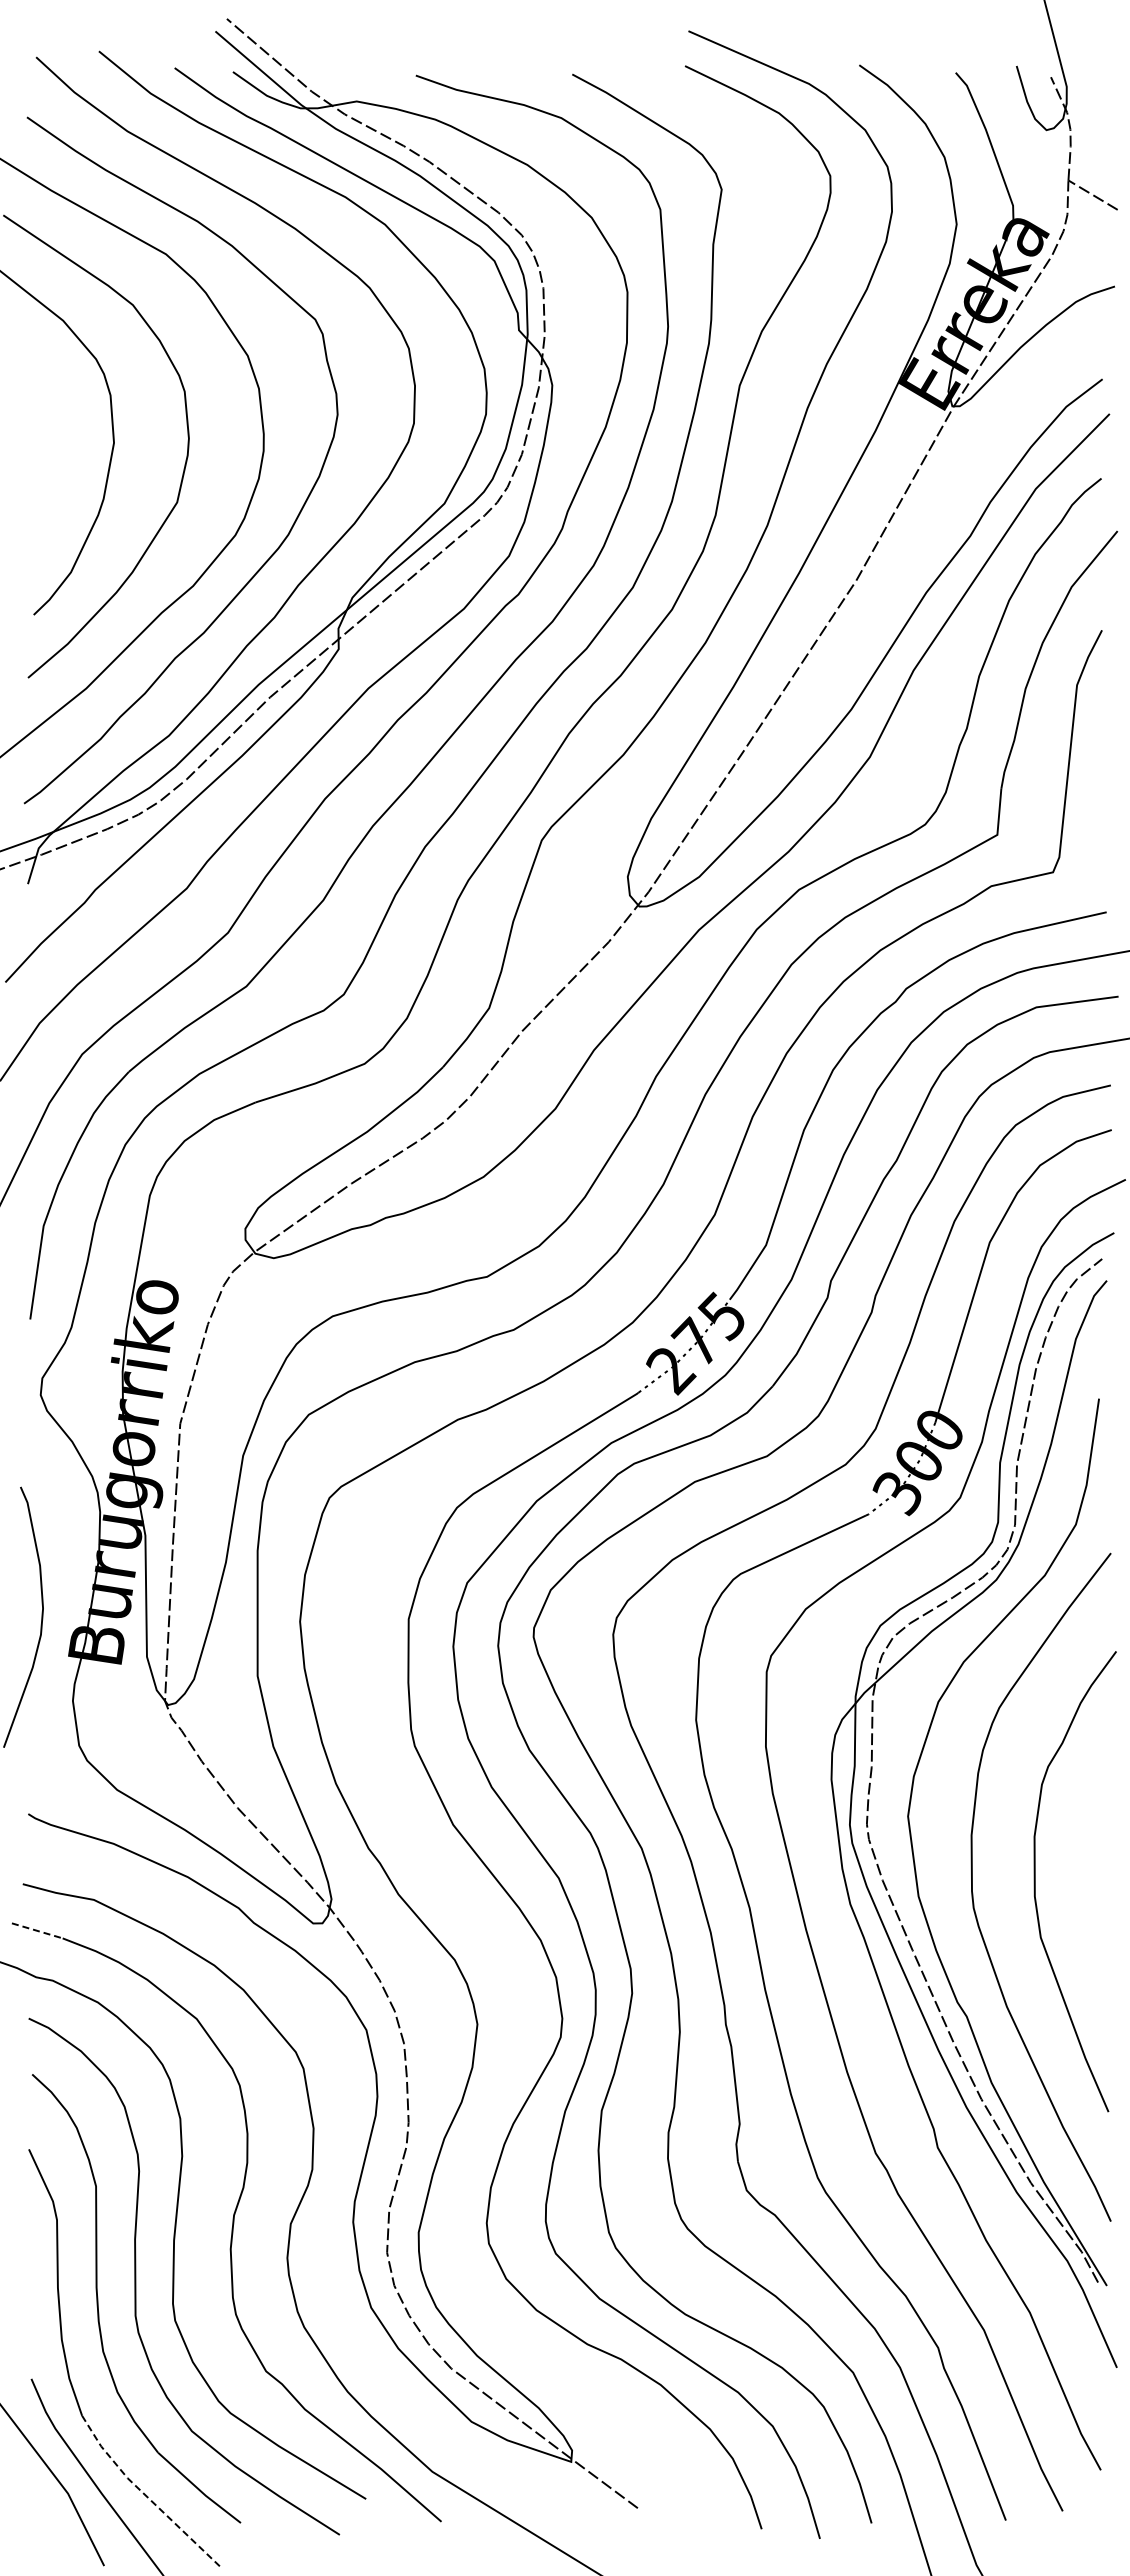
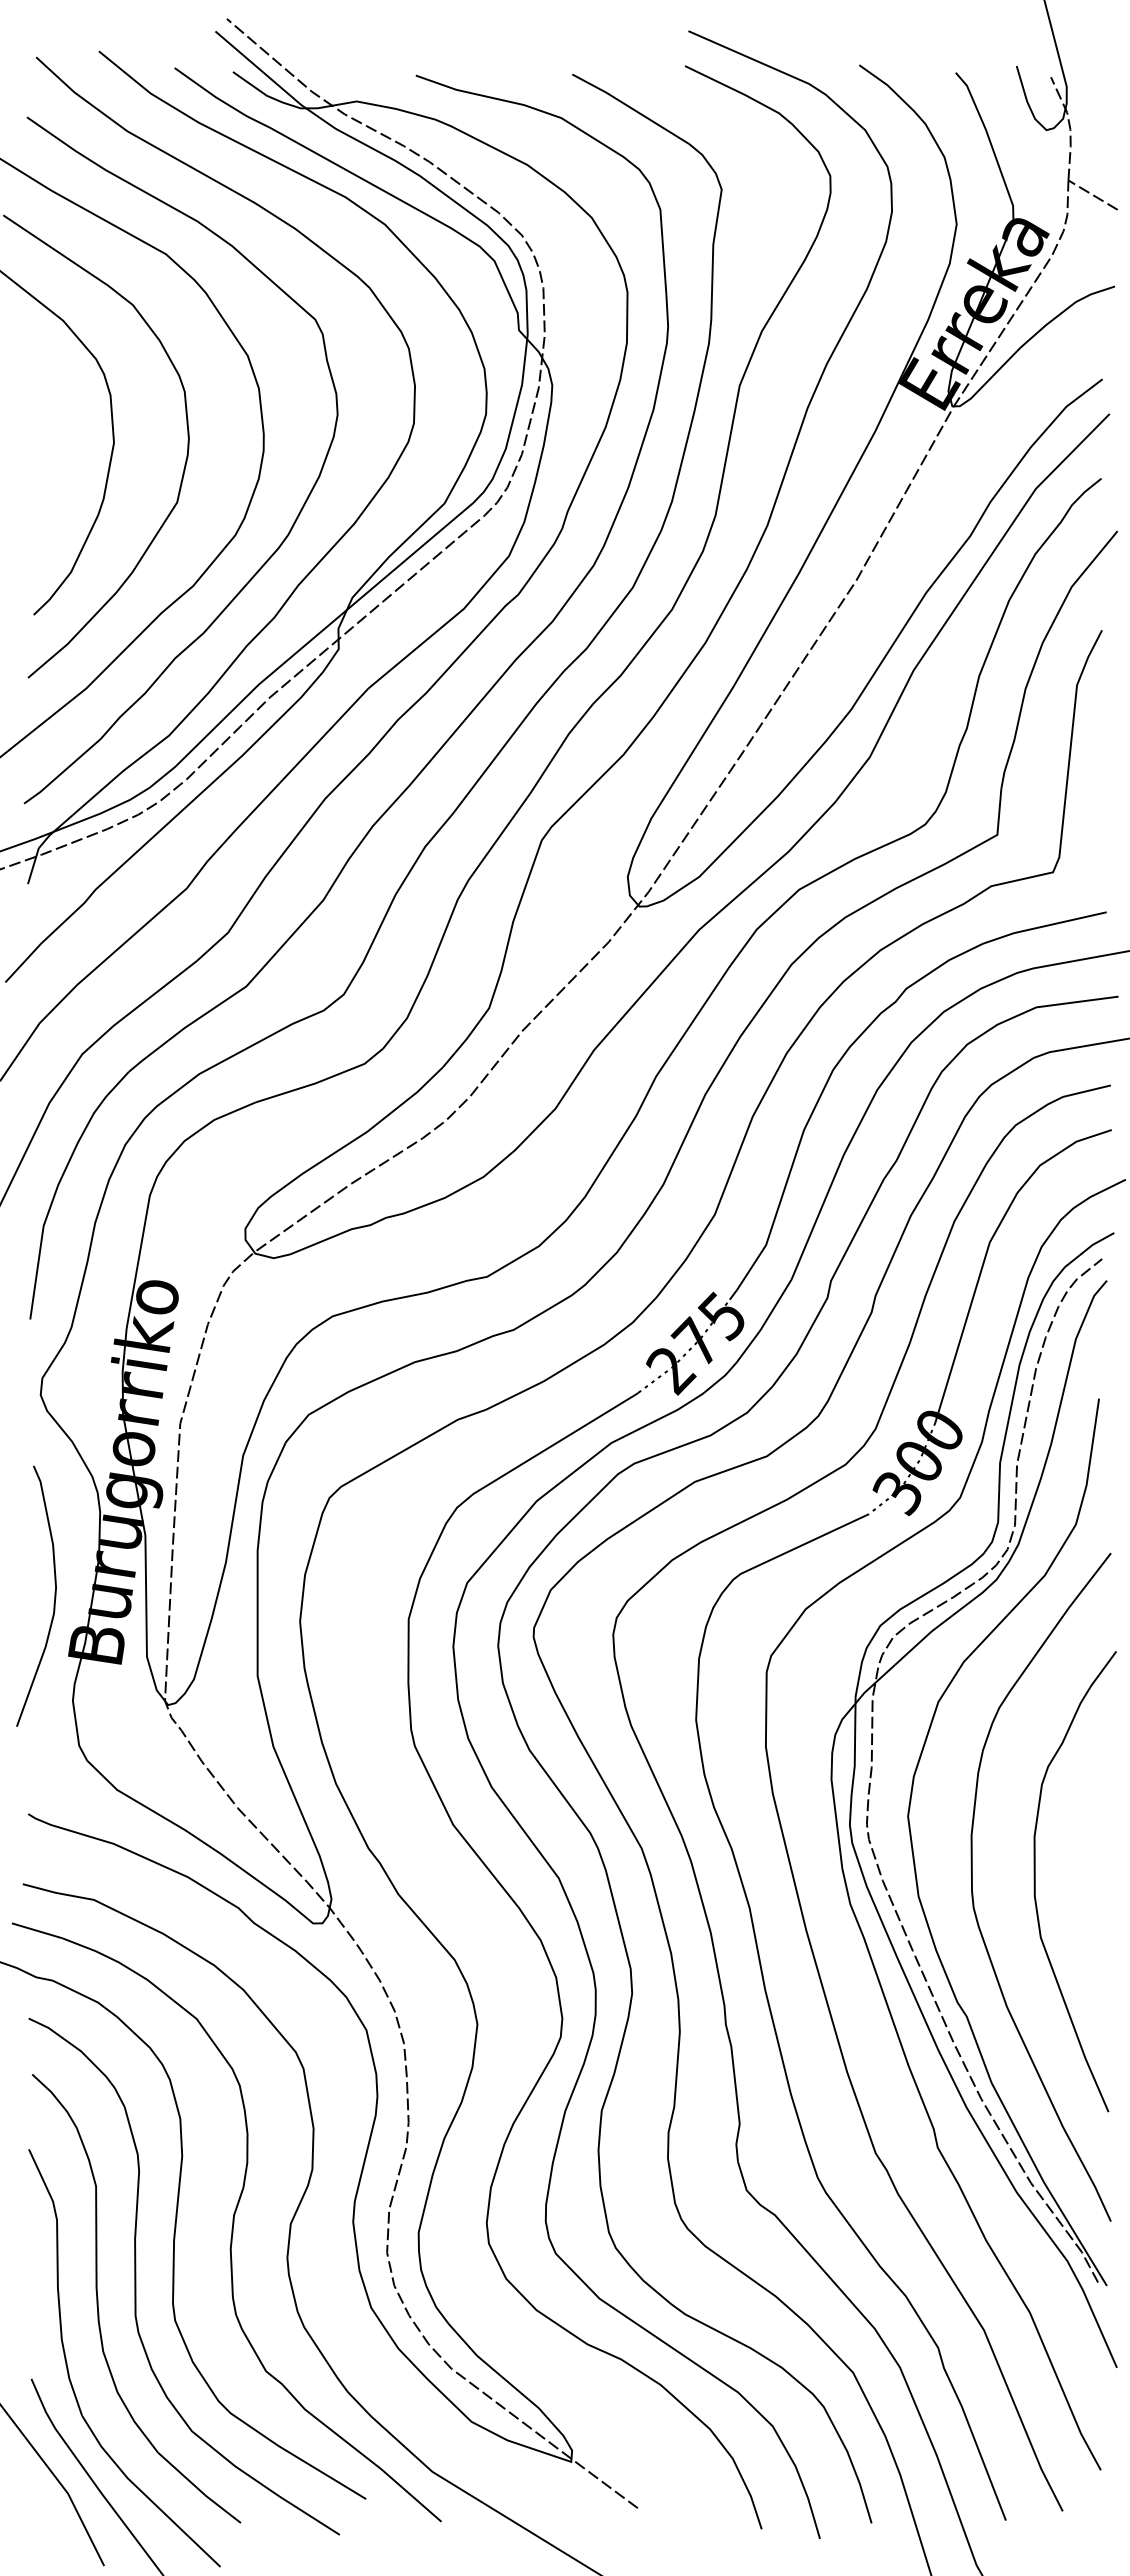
curve at (41, 1616) position: (41, 1616) -> (54, 1595)
line at (37, 1930): dashed -> solid
line at (145, 2494): dashed -> solid
